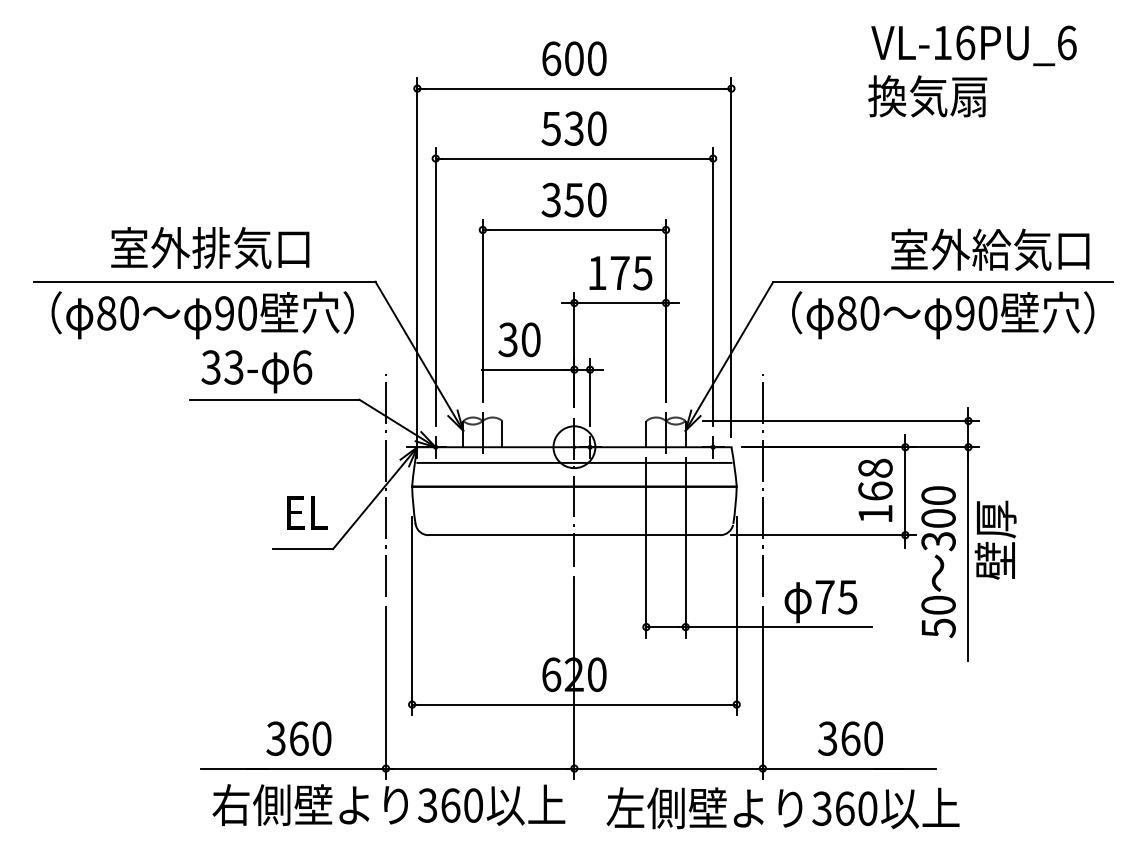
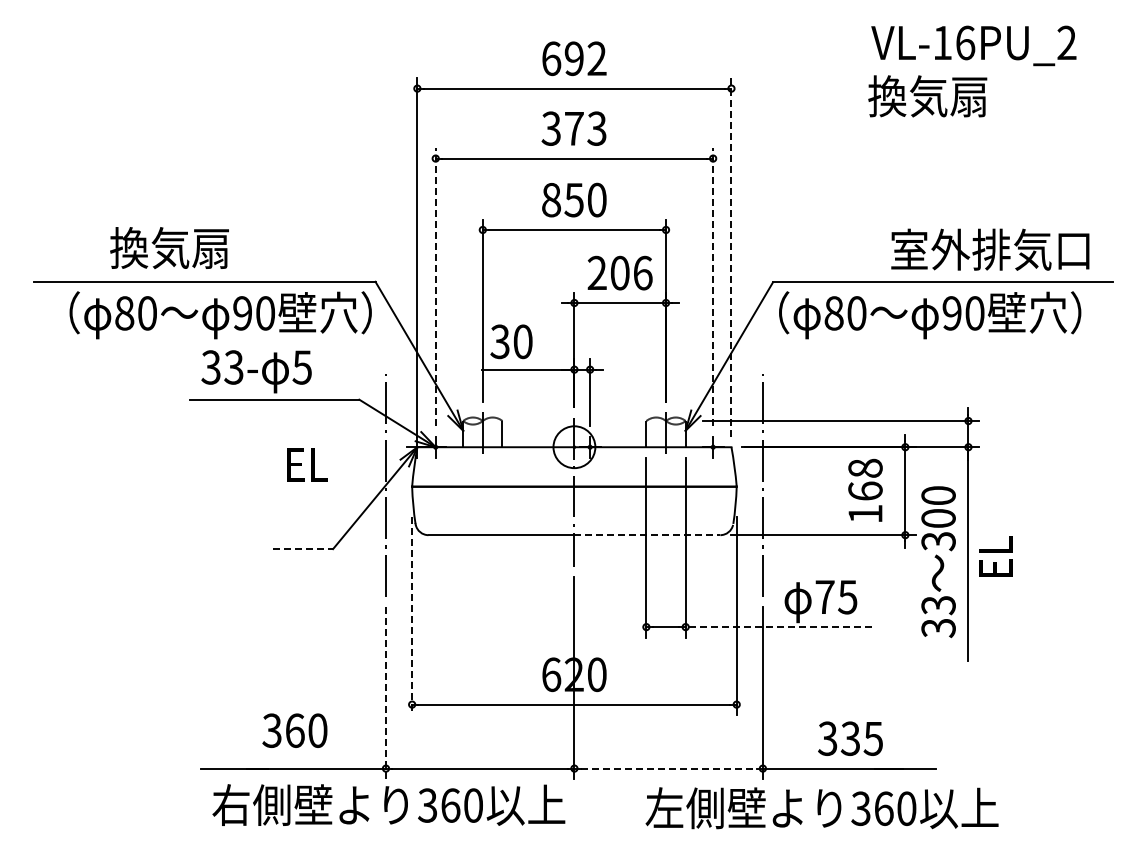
text at (1066, 42): VL-16PU_6 -> VL-16PU_2
text at (585, 58): 600 -> 692
text at (574, 128): 530 -> 373
text at (551, 199): 350 -> 850
text at (209, 248): 室外排気口 -> 換気扇
text at (991, 249): 室外給気口 -> 室外排気口
line at (731, 256): solid -> dashed
text at (619, 272): 175 -> 206
line at (435, 286): solid -> dashed
line at (713, 286): solid -> dashed
text at (202, 315) position: (202, 315) -> (220, 315)
text at (943, 315) position: (943, 315) -> (930, 315)
text at (519, 339) position: (519, 339) -> (511, 341)
text at (302, 367): 6 -> 5
line at (574, 462): present -> none
text at (875, 489) position: (875, 489) -> (865, 489)
text at (307, 512) position: (307, 512) -> (307, 464)
line at (647, 535): solid -> dashed
text at (995, 539): 壁厚 -> EL
line at (303, 549): solid -> dashed
line at (412, 616): solid -> dashed
text at (938, 616): 50 -> 33
line at (778, 627): solid -> dashed
line at (385, 693): solid -> dashed
text at (298, 738) position: (298, 738) -> (294, 730)
text at (861, 738): 360 -> 335
line at (668, 768): solid -> dashed
text at (782, 808) position: (782, 808) -> (821, 808)
